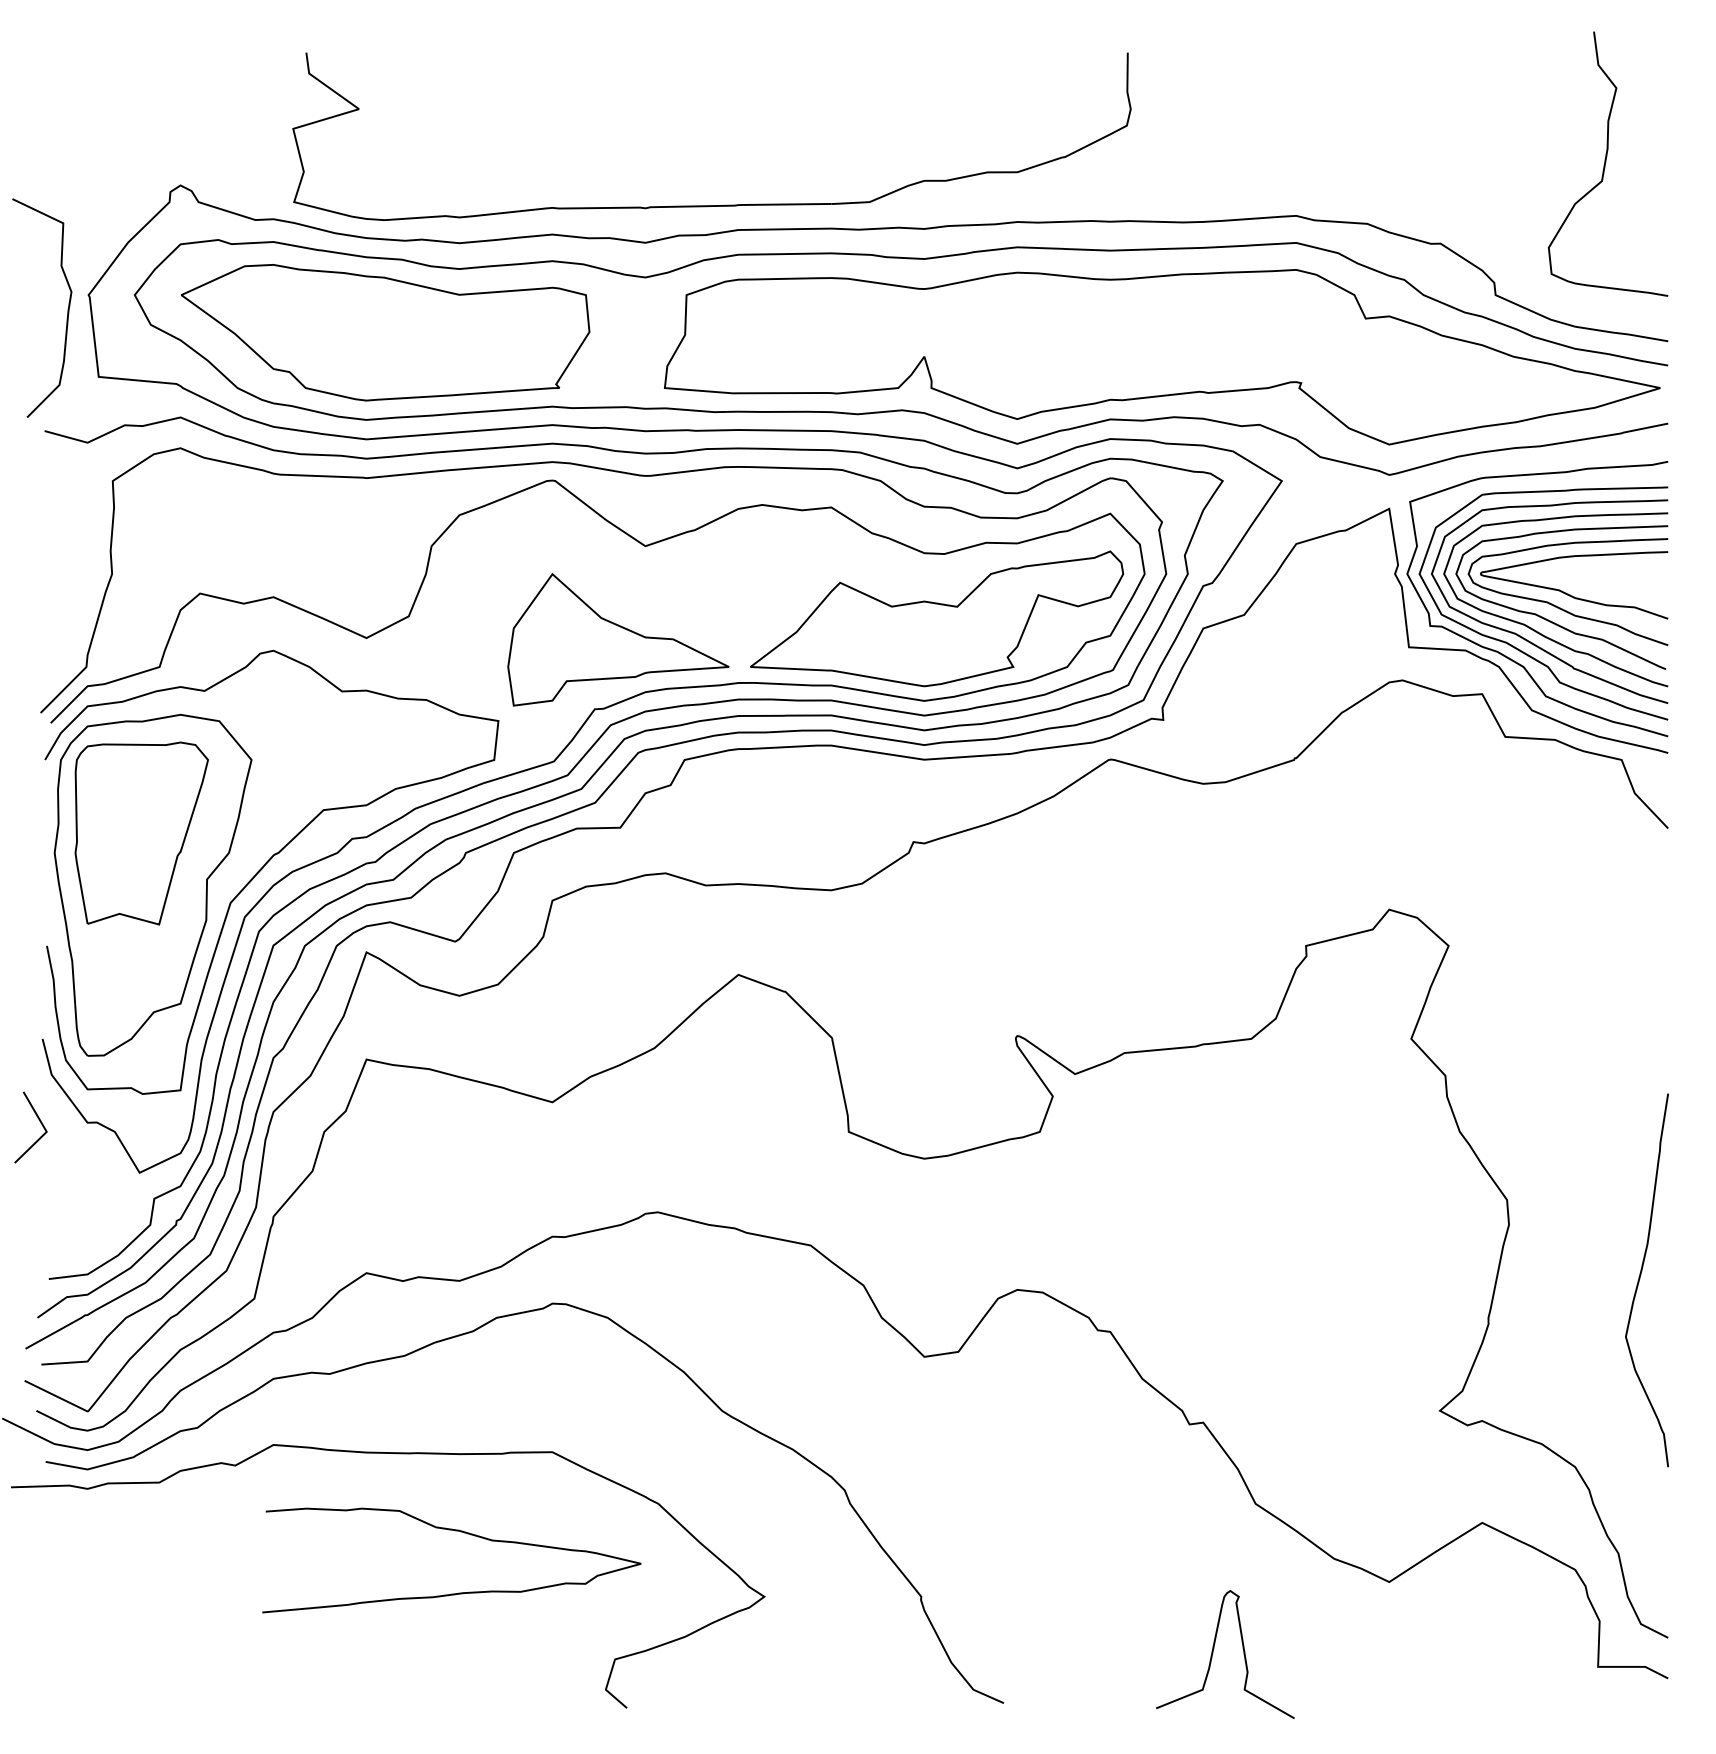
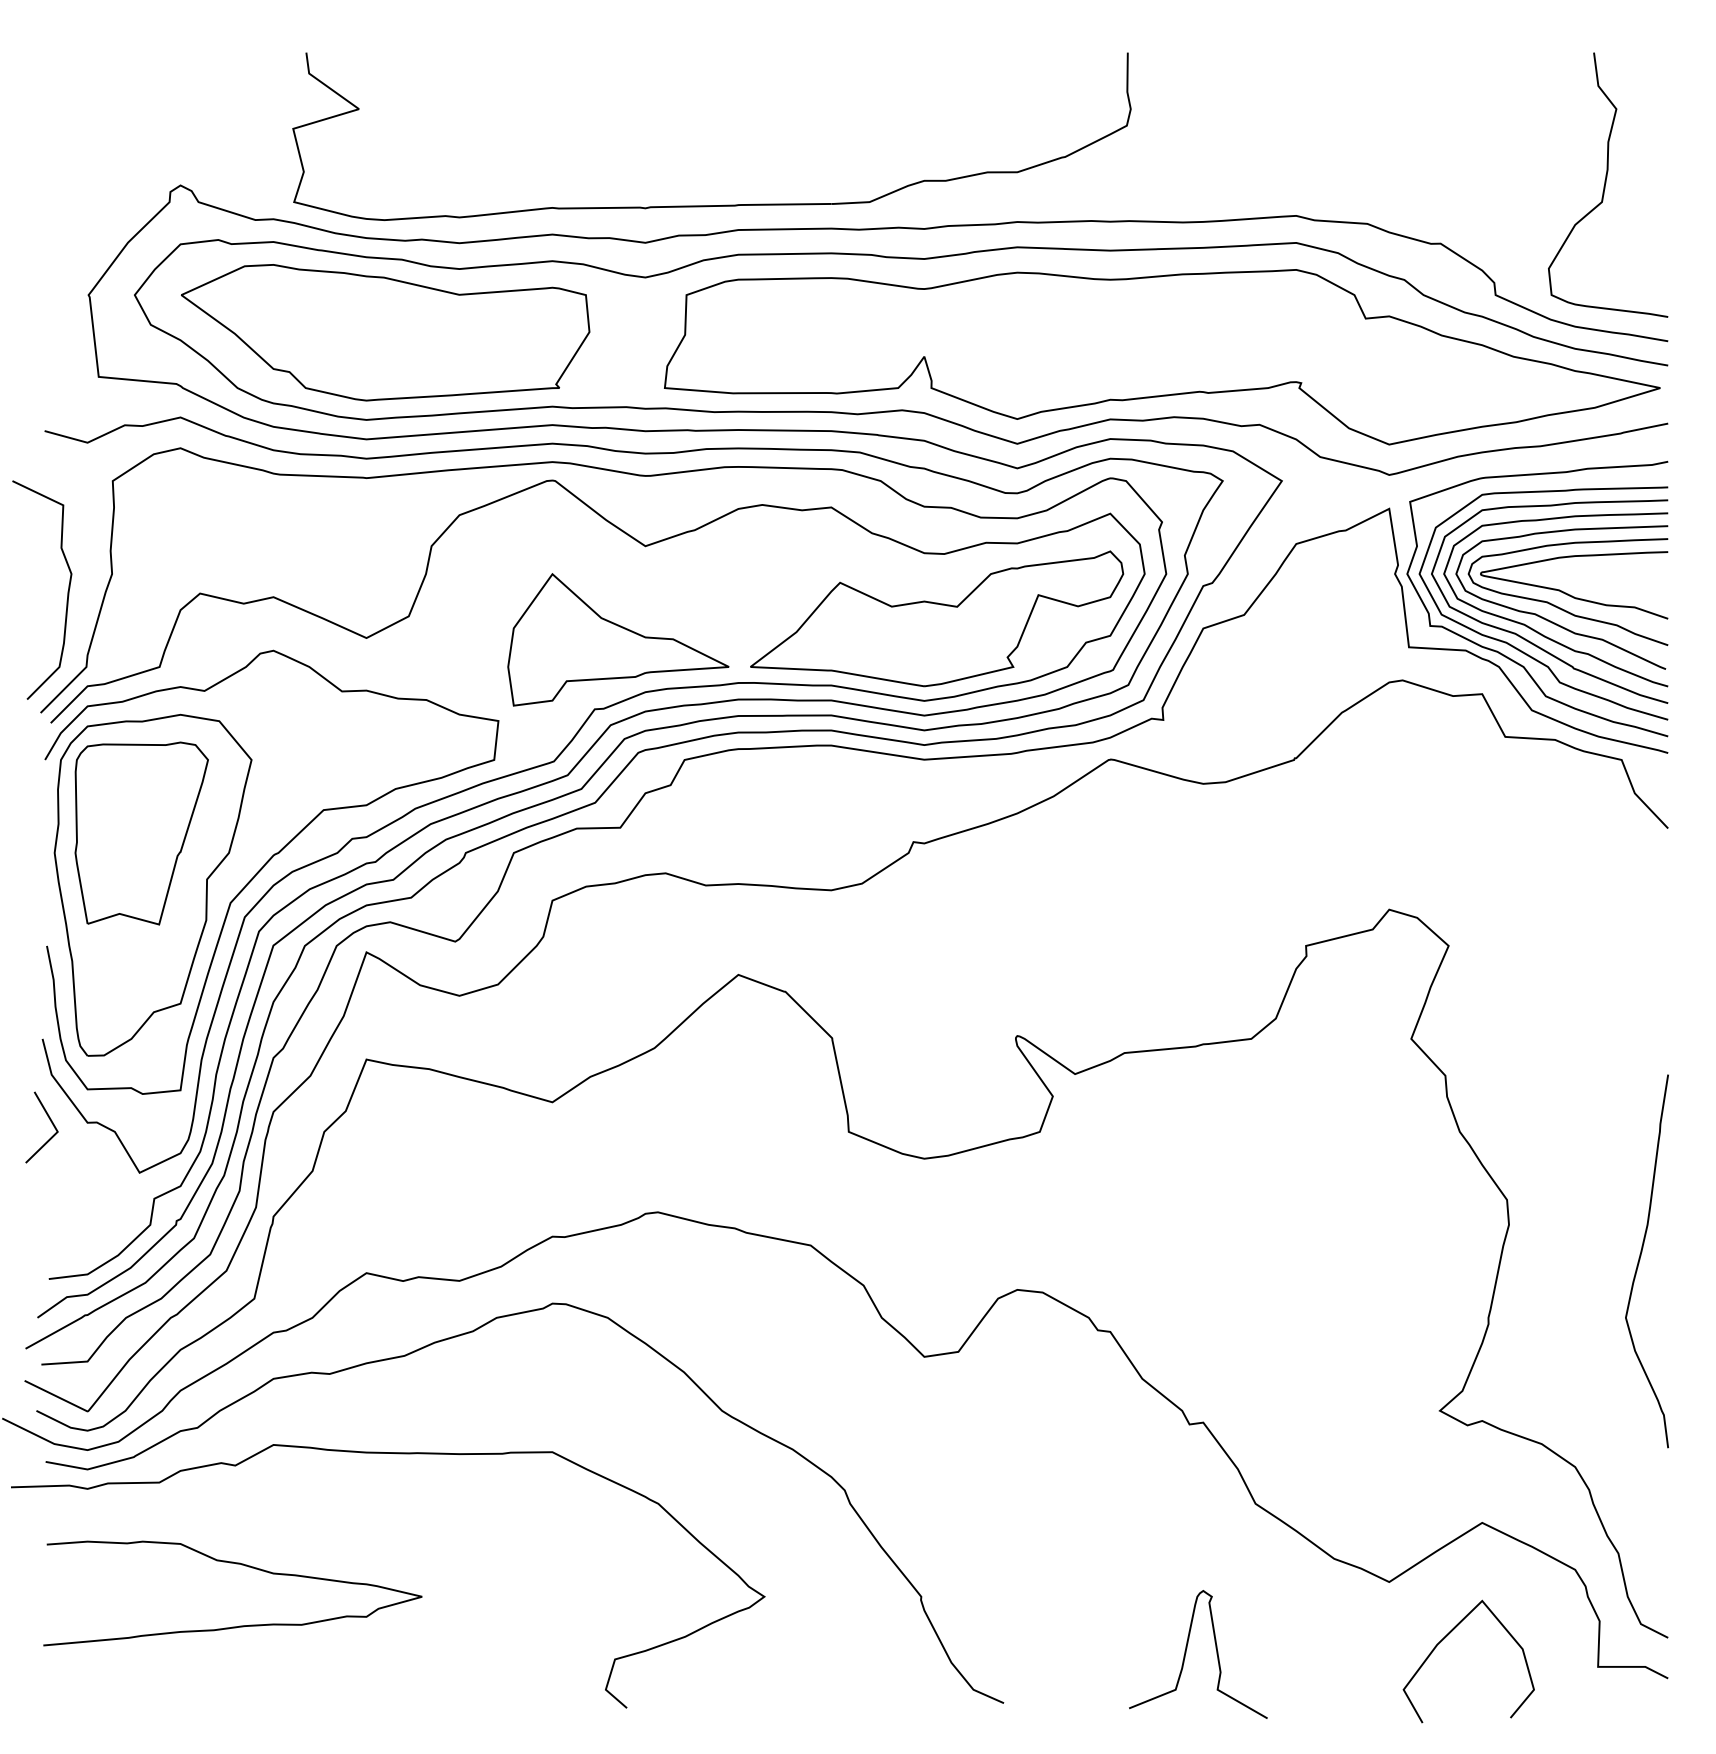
curve at (1606, 162) position: (1606, 162) -> (1606, 183)
curve at (67, 309) position: (67, 309) -> (67, 591)
line at (40, 1123) position: (40, 1123) -> (51, 1123)
curve at (1640, 1278) position: (1640, 1278) -> (1640, 1259)
curve at (455, 1531) position: (455, 1531) -> (236, 1564)
curve at (1445, 1638): none -> present
curve at (1213, 1653) position: (1213, 1653) -> (1186, 1653)
